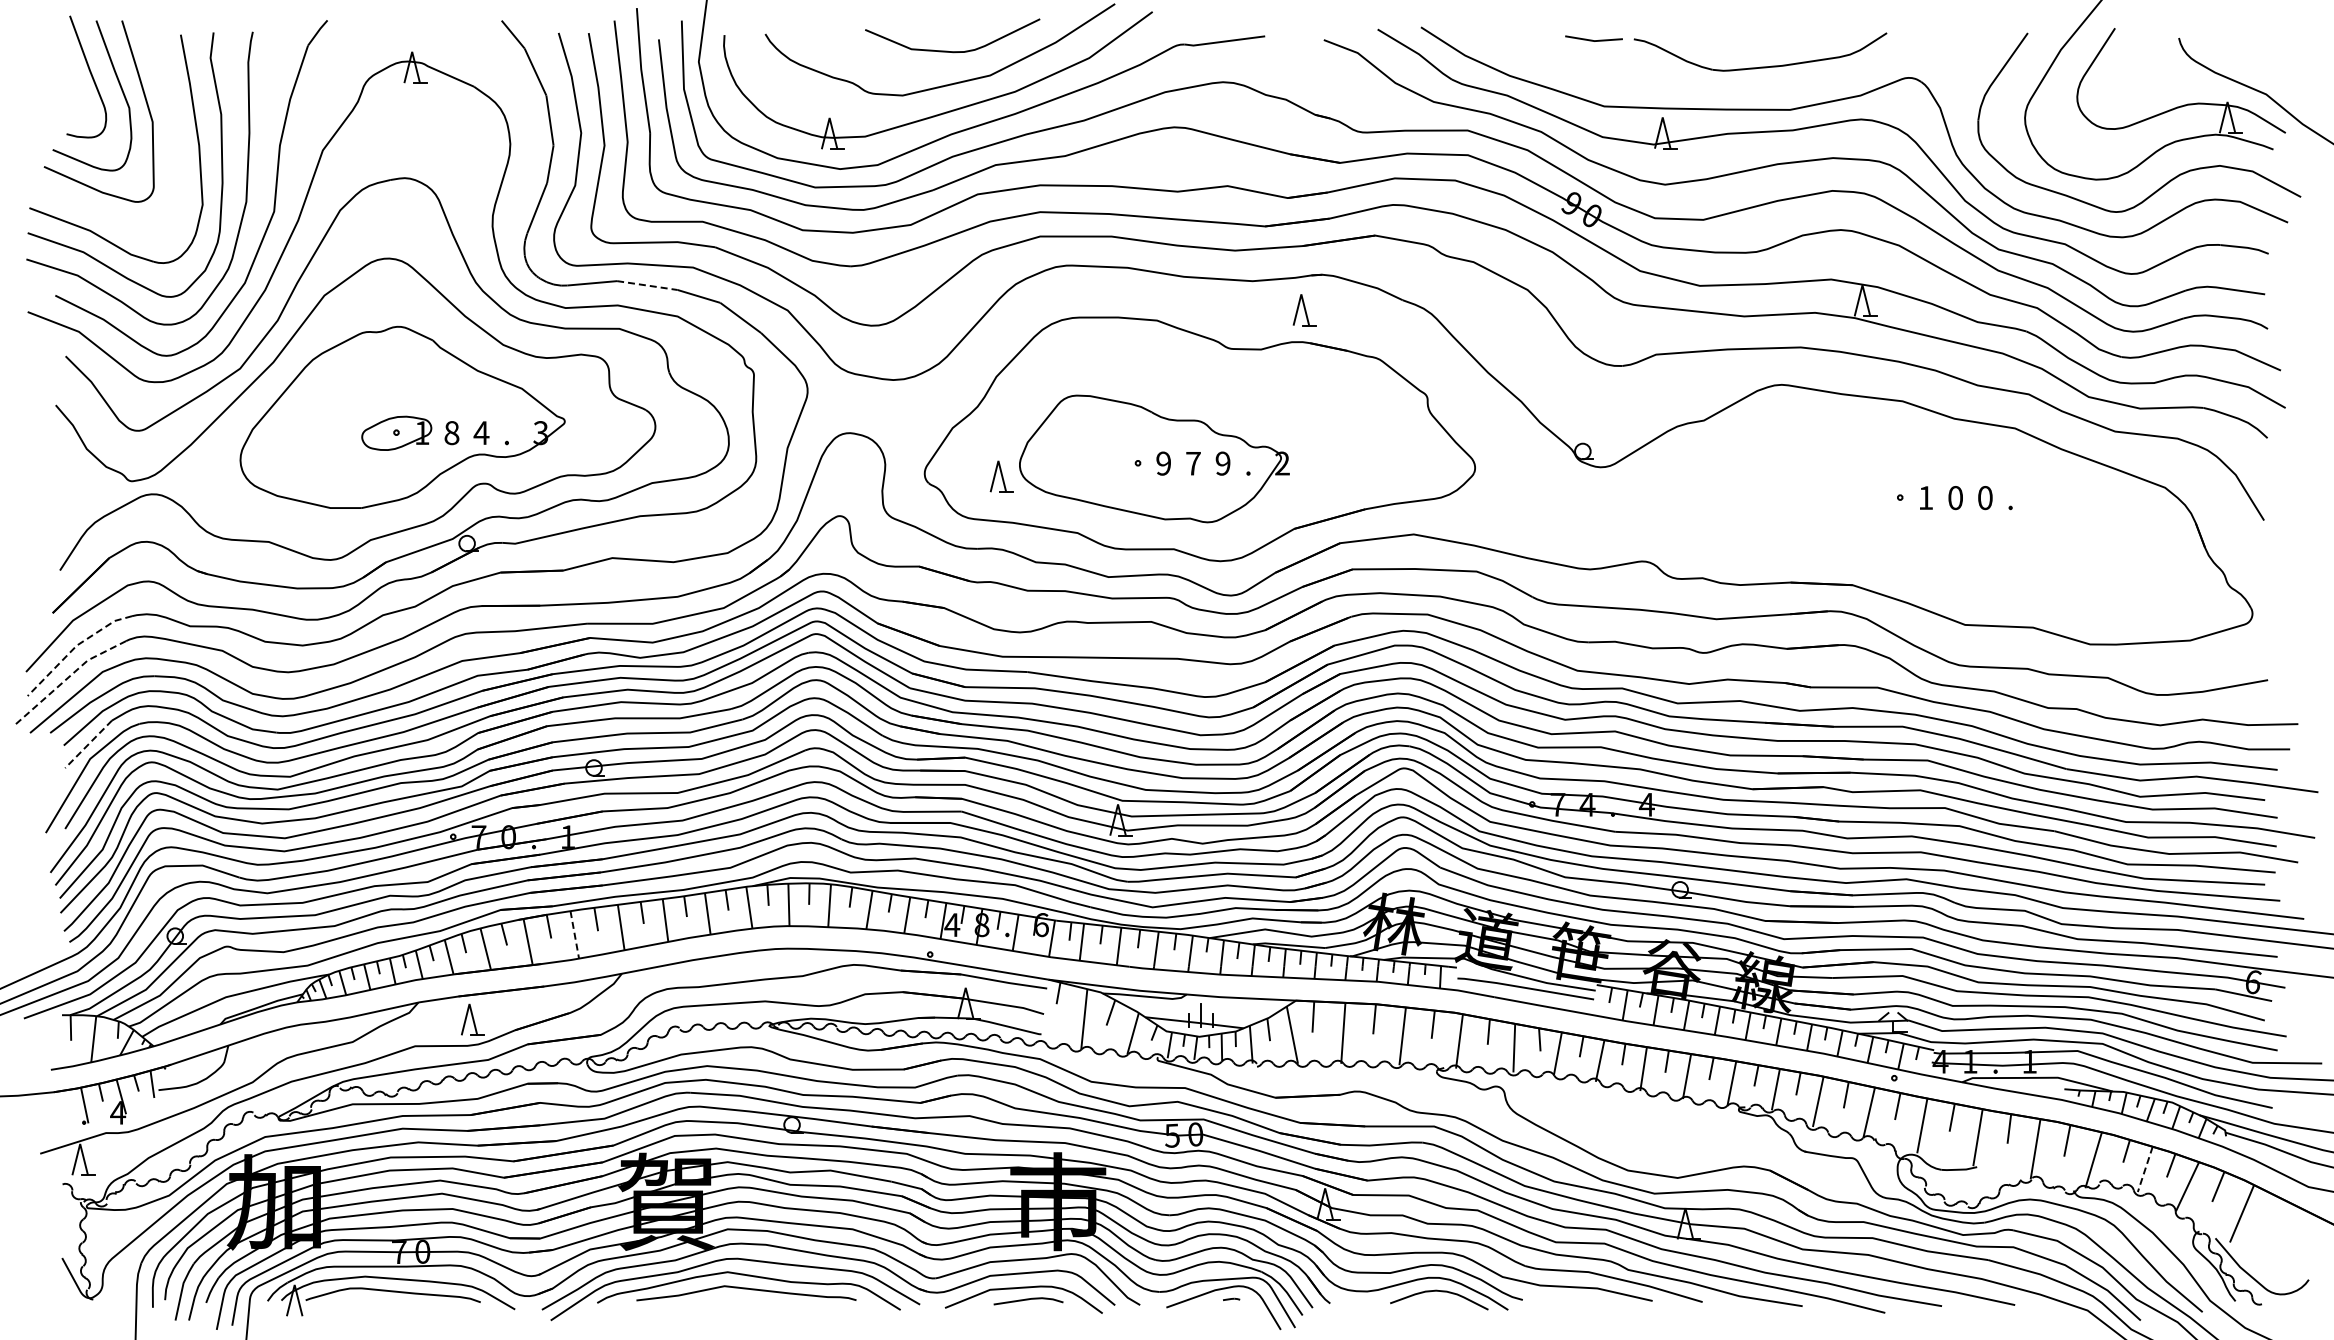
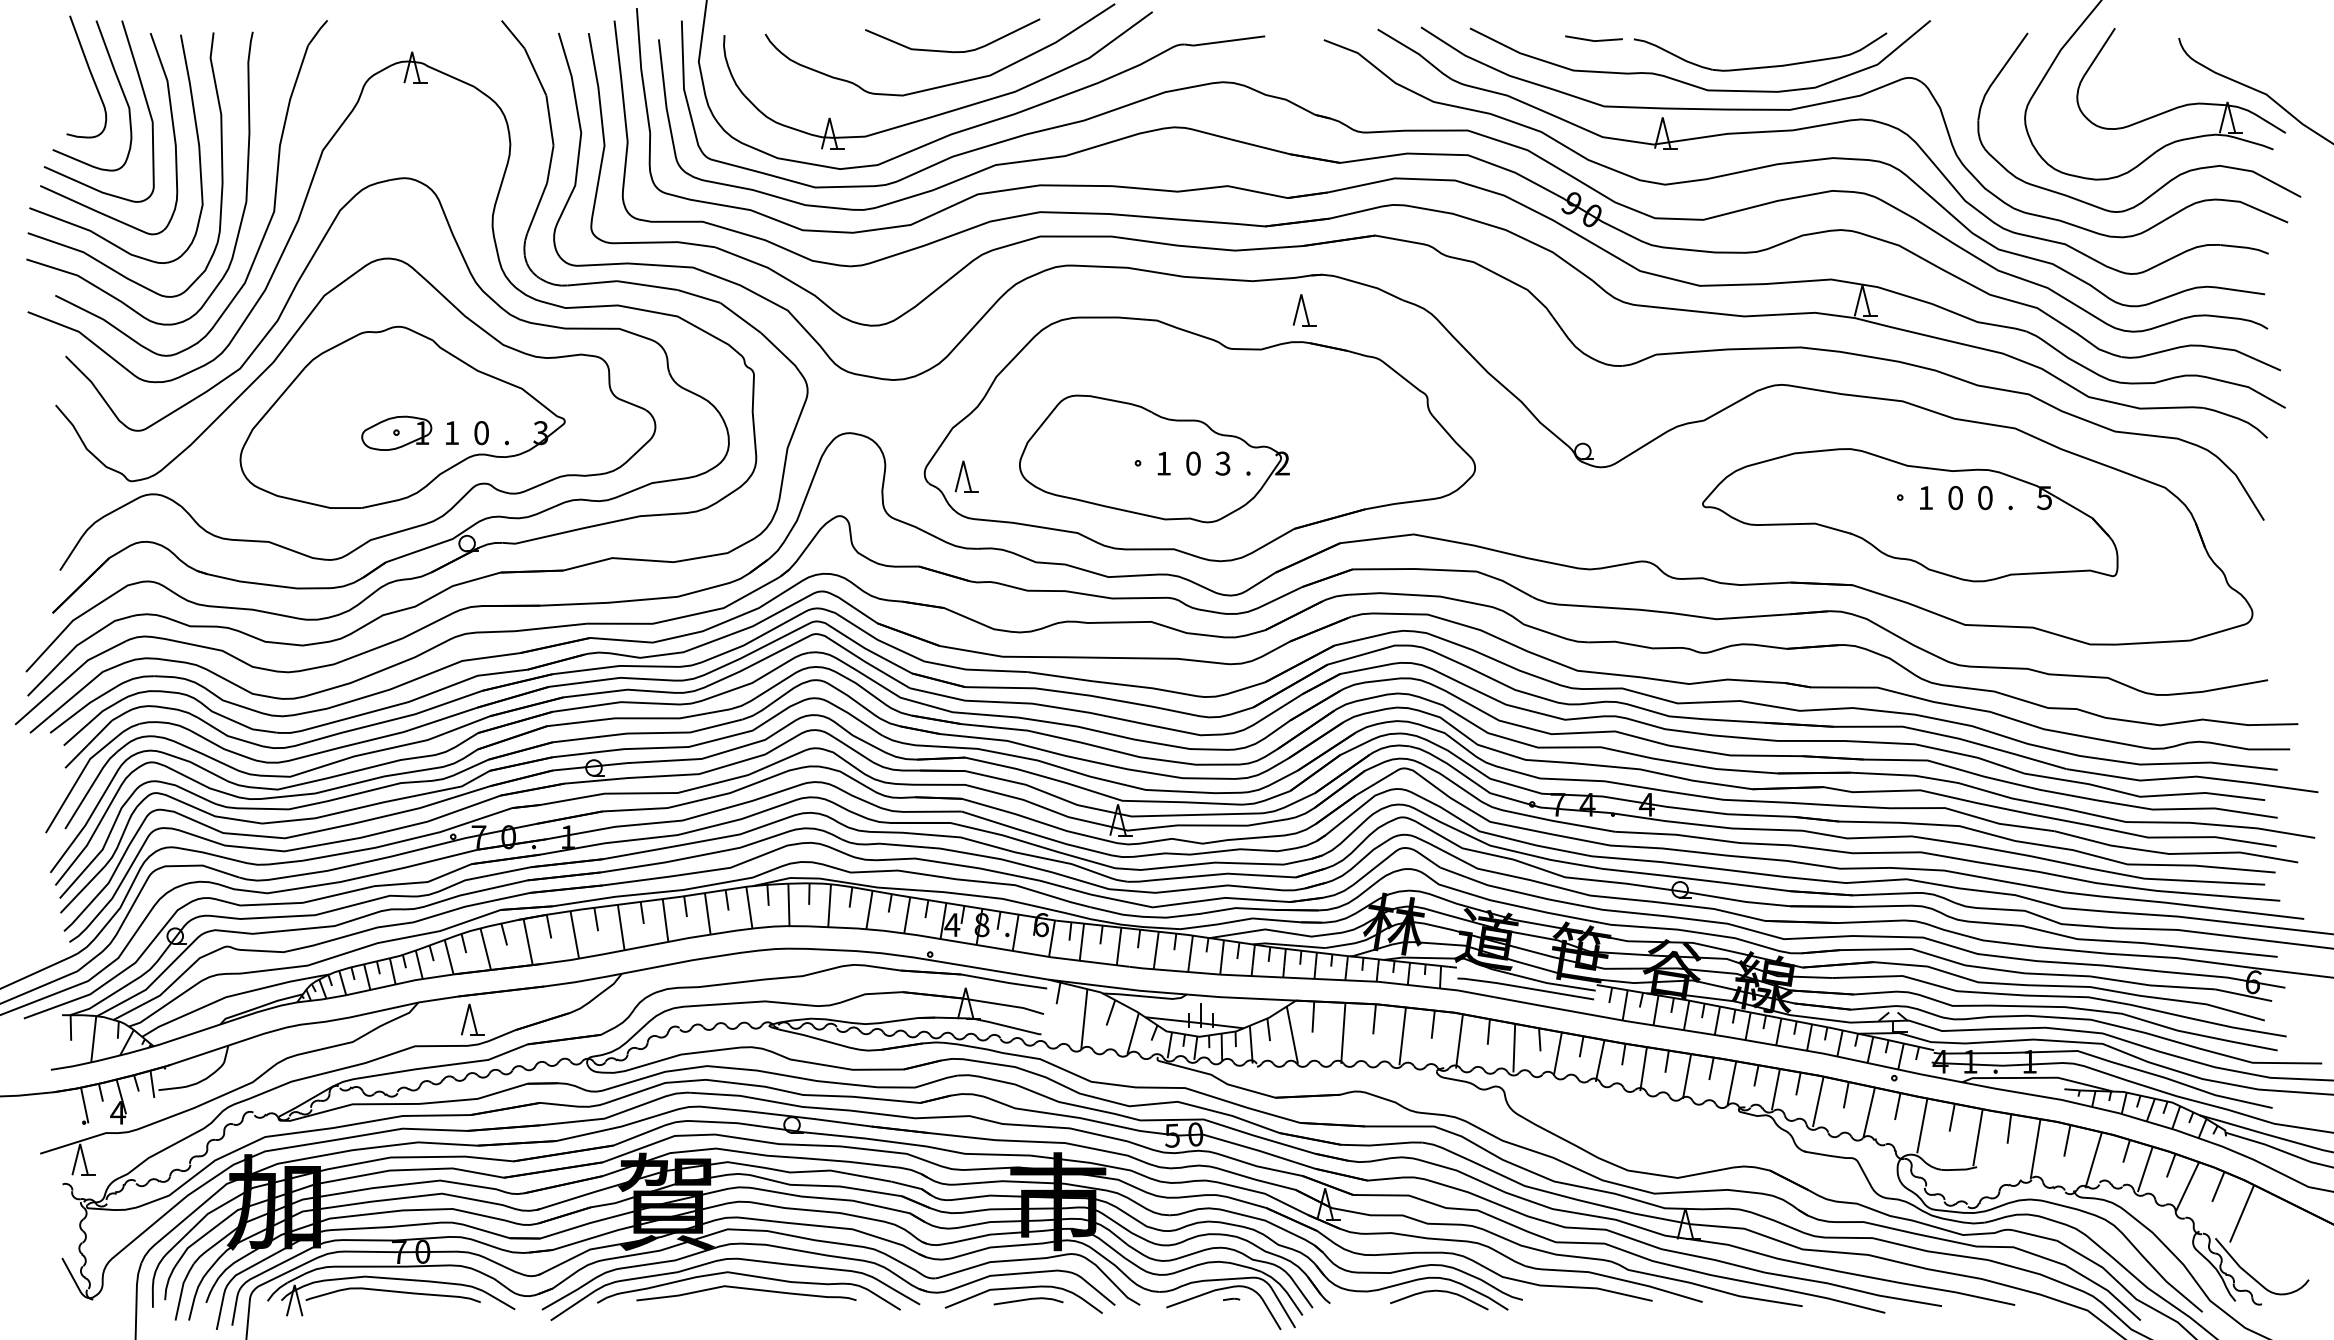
curve at (1690, 83): none -> present
part at (171, 122): none -> present
line at (647, 285): dashed -> solid
text at (451, 433): 8 -> 1
text at (481, 433): 4 -> 0
text at (1163, 463): 9 -> 1
text at (1193, 463): 7 -> 0
text at (1222, 463): 9 -> 3
part at (1001, 476) position: (1001, 476) -> (966, 476)
part at (1910, 515): none -> present
line at (74, 647): dashed -> solid
line at (67, 678): dashed -> solid
line at (88, 744): dashed -> solid
line at (574, 935): dashed -> solid
line at (2145, 1169): dashed -> solid
